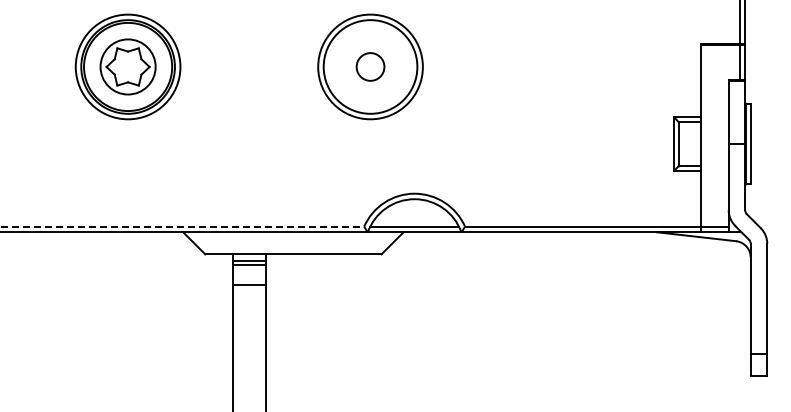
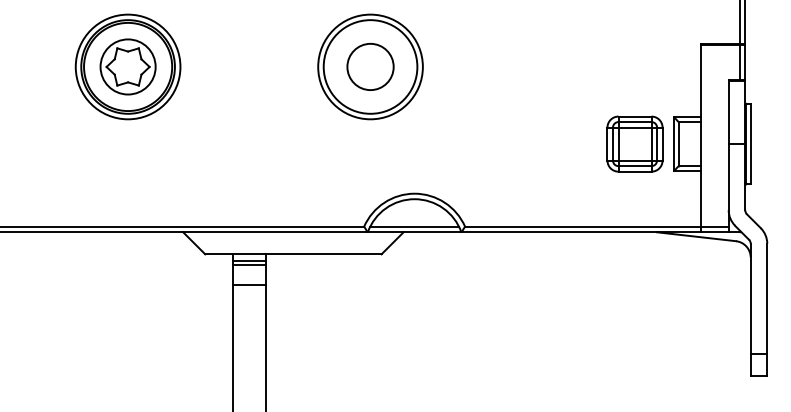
circle at (370, 66) diameter: 28 px -> 46 px
part at (634, 143): none -> present
line at (182, 226): dashed -> solid
